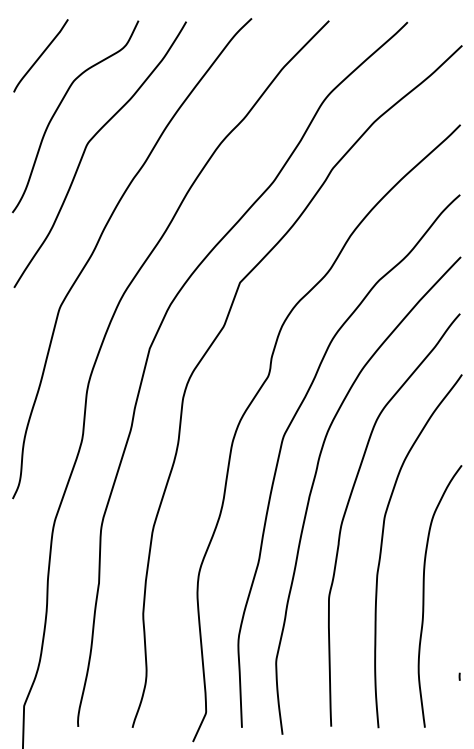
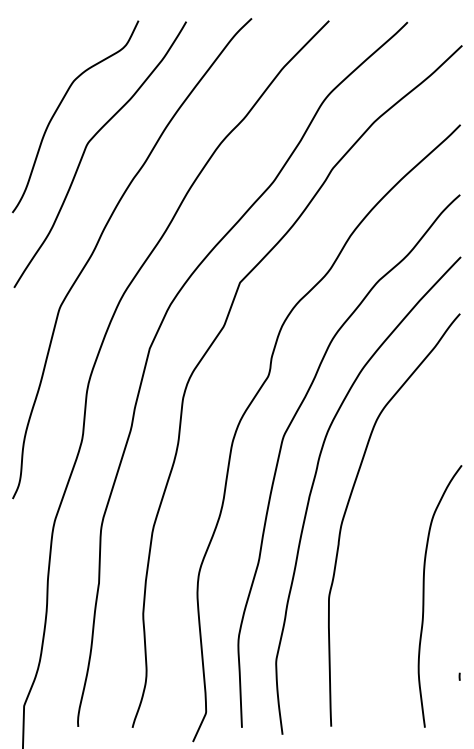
curve at (40, 55): present -> none
curve at (382, 547): present -> none
